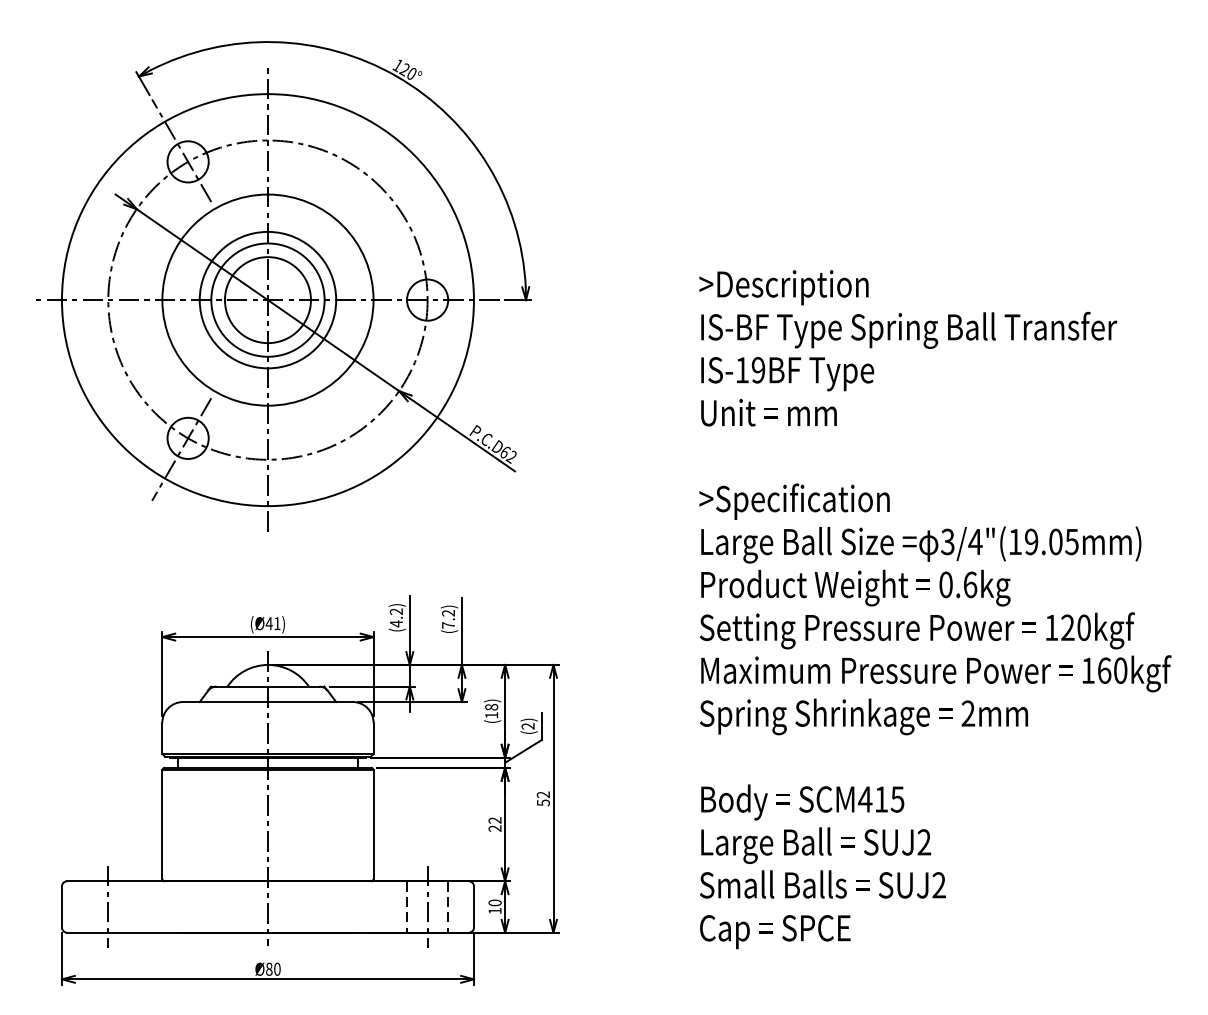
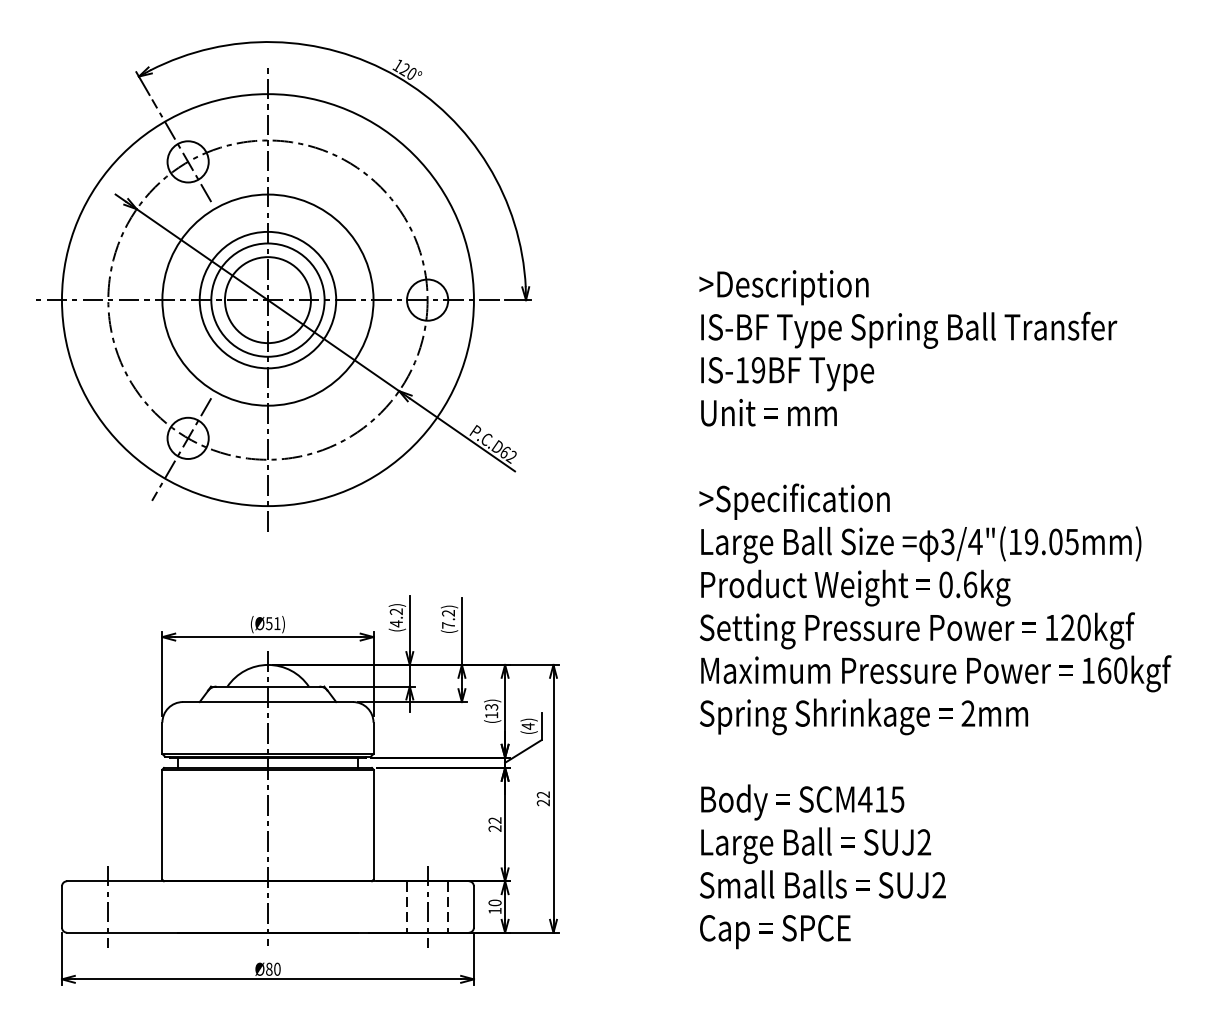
text at (268, 623): (Ø41) -> (Ø51)
text at (491, 707): (18) -> (13)
text at (527, 726): (2) -> (4)
text at (542, 802): 52 -> 22
